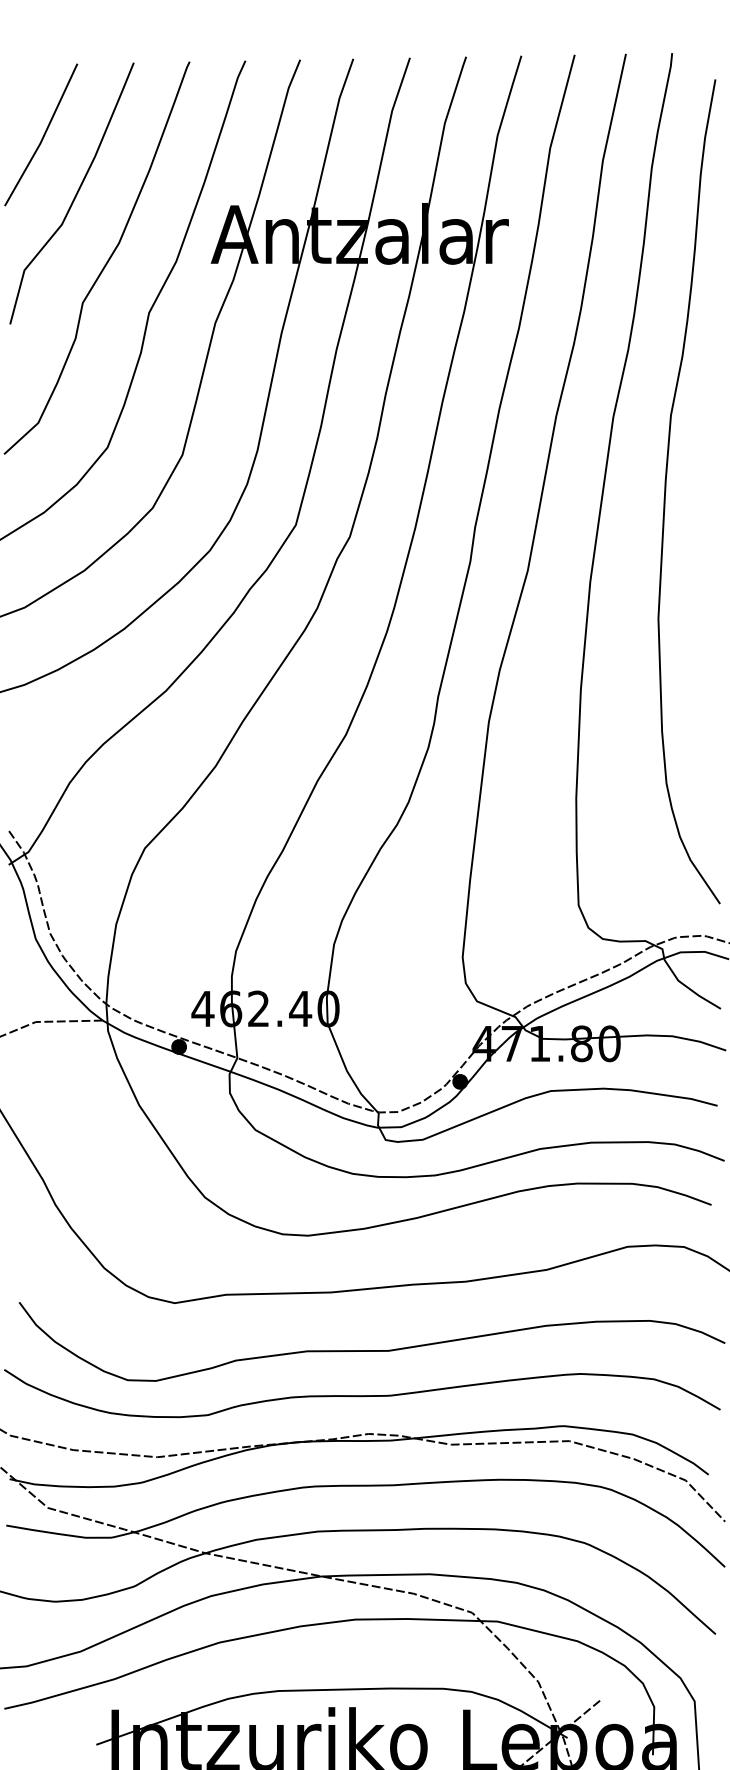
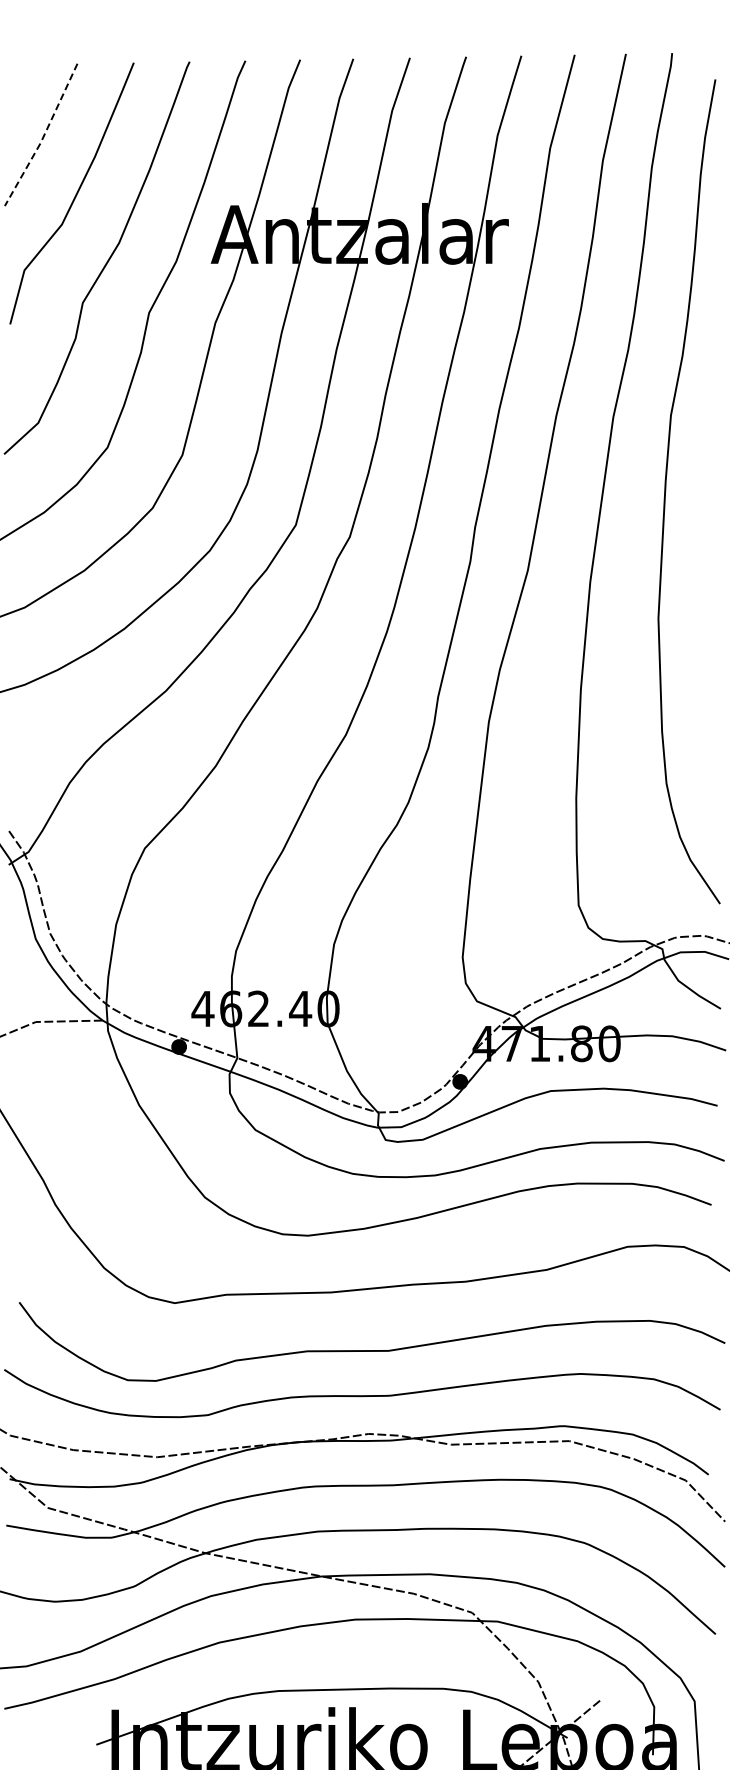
line at (43, 137): solid -> dashed
